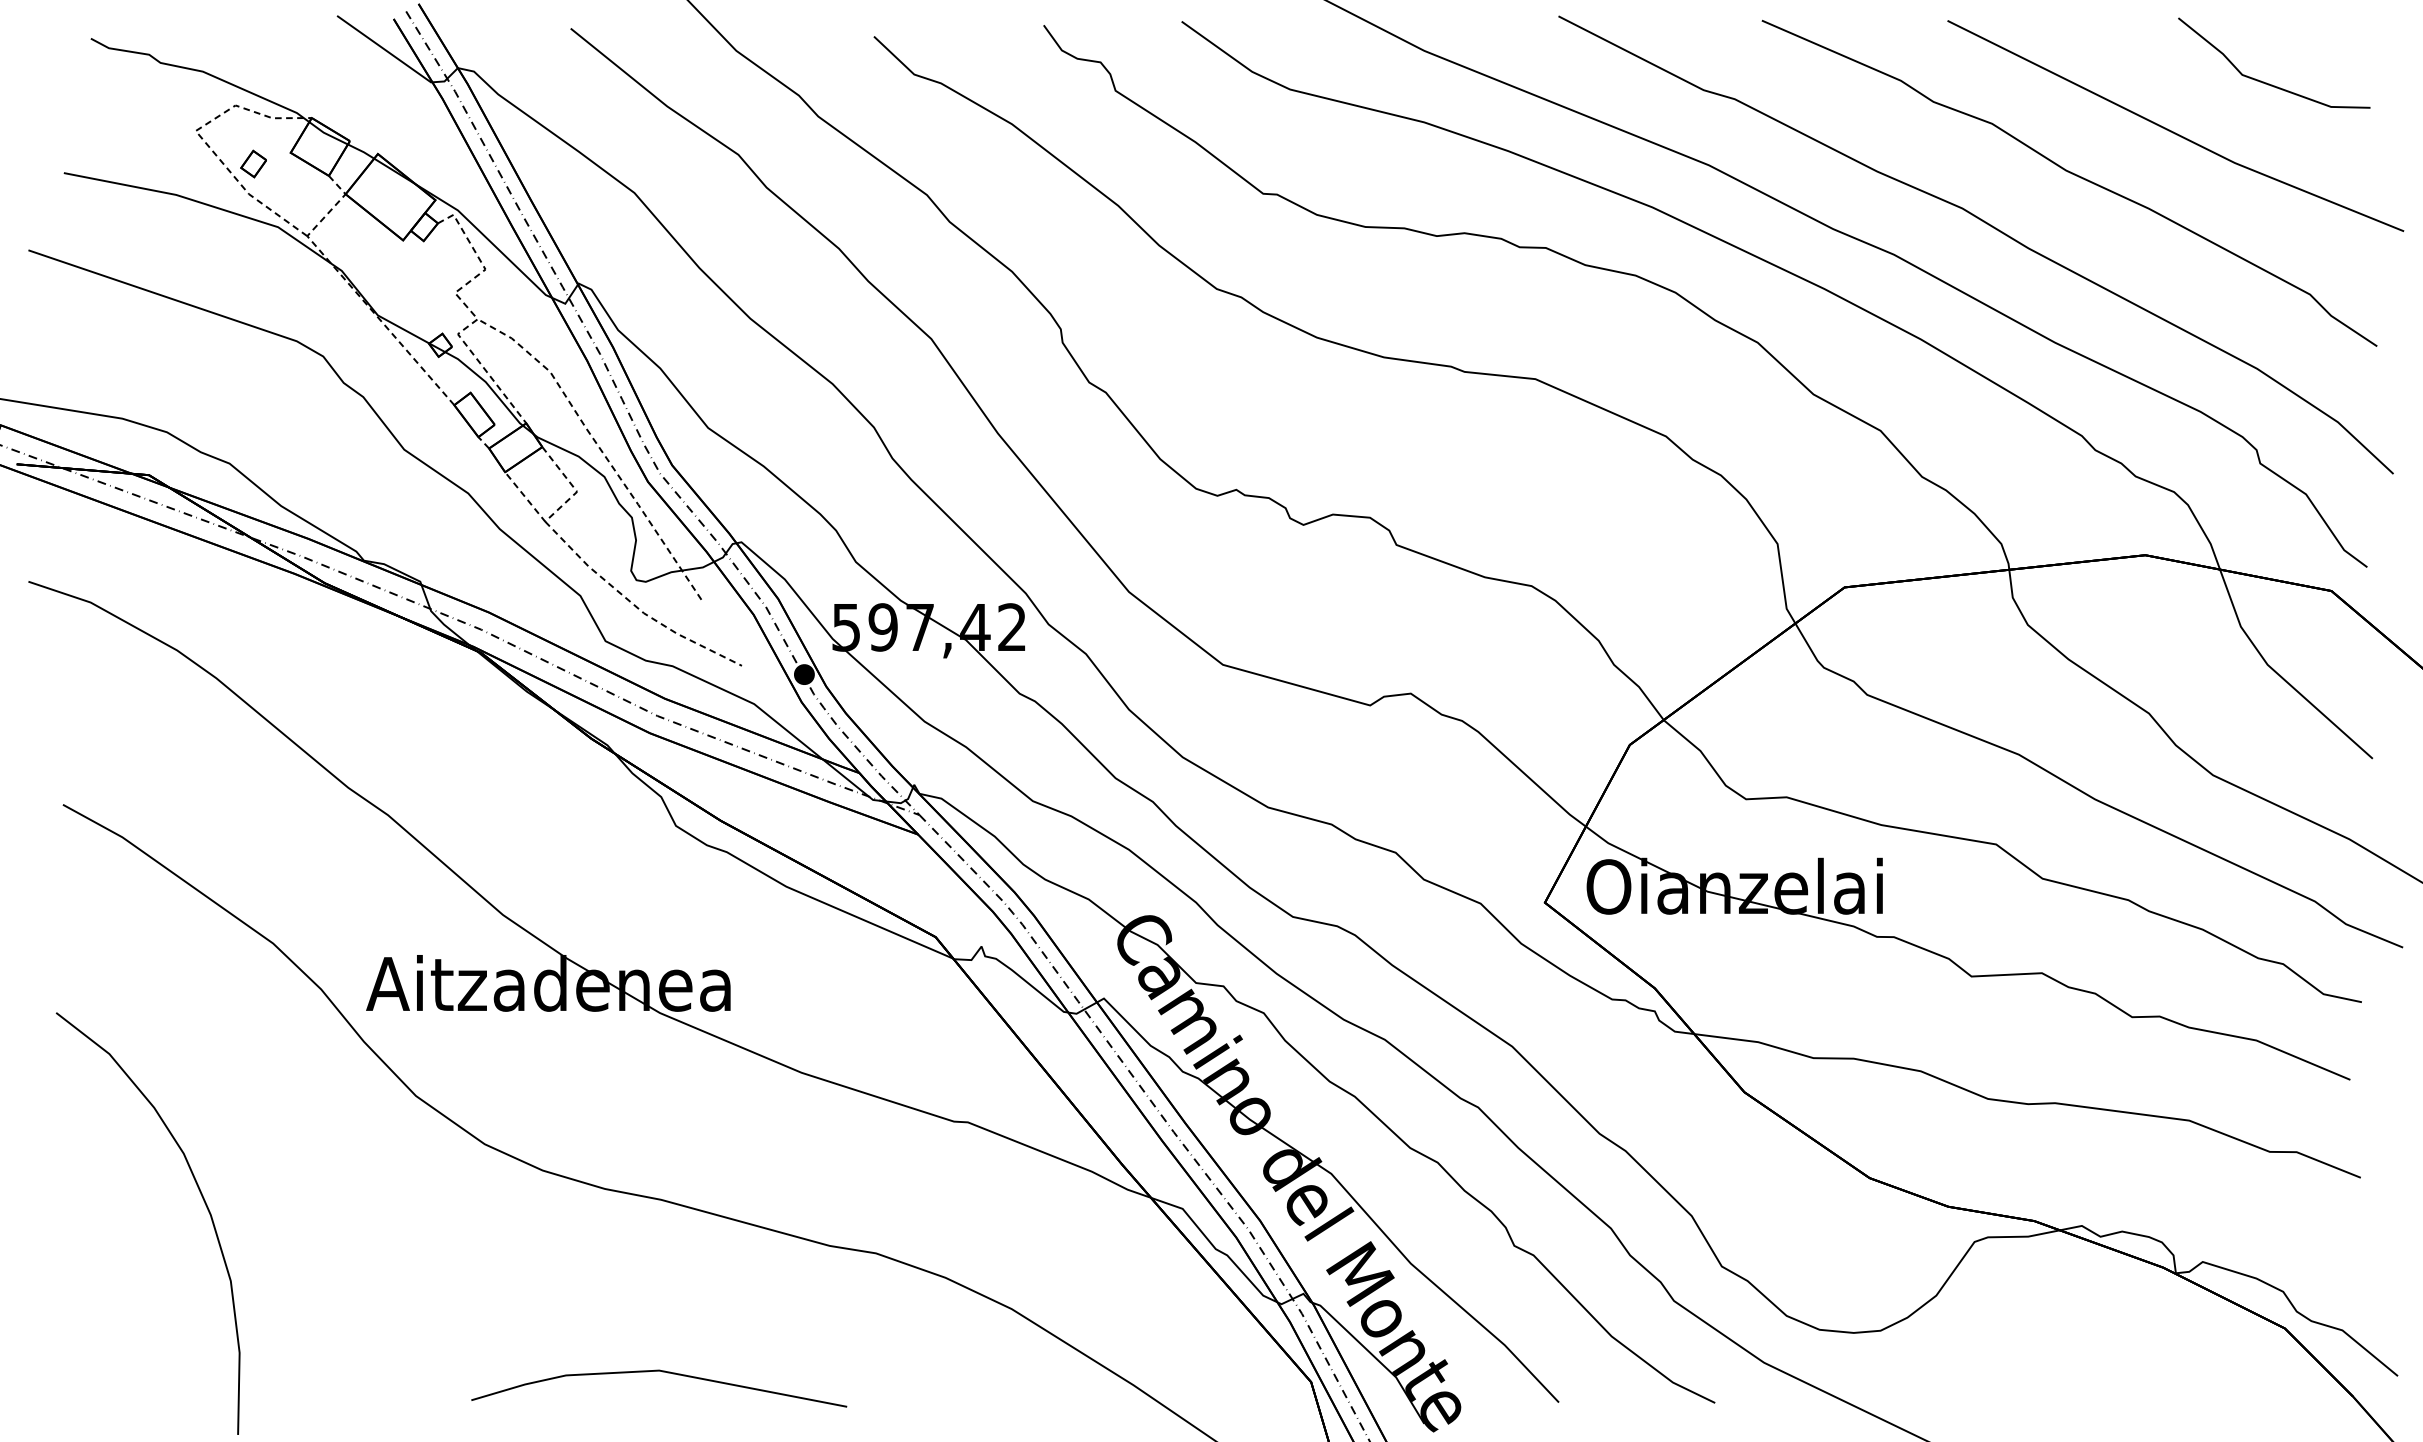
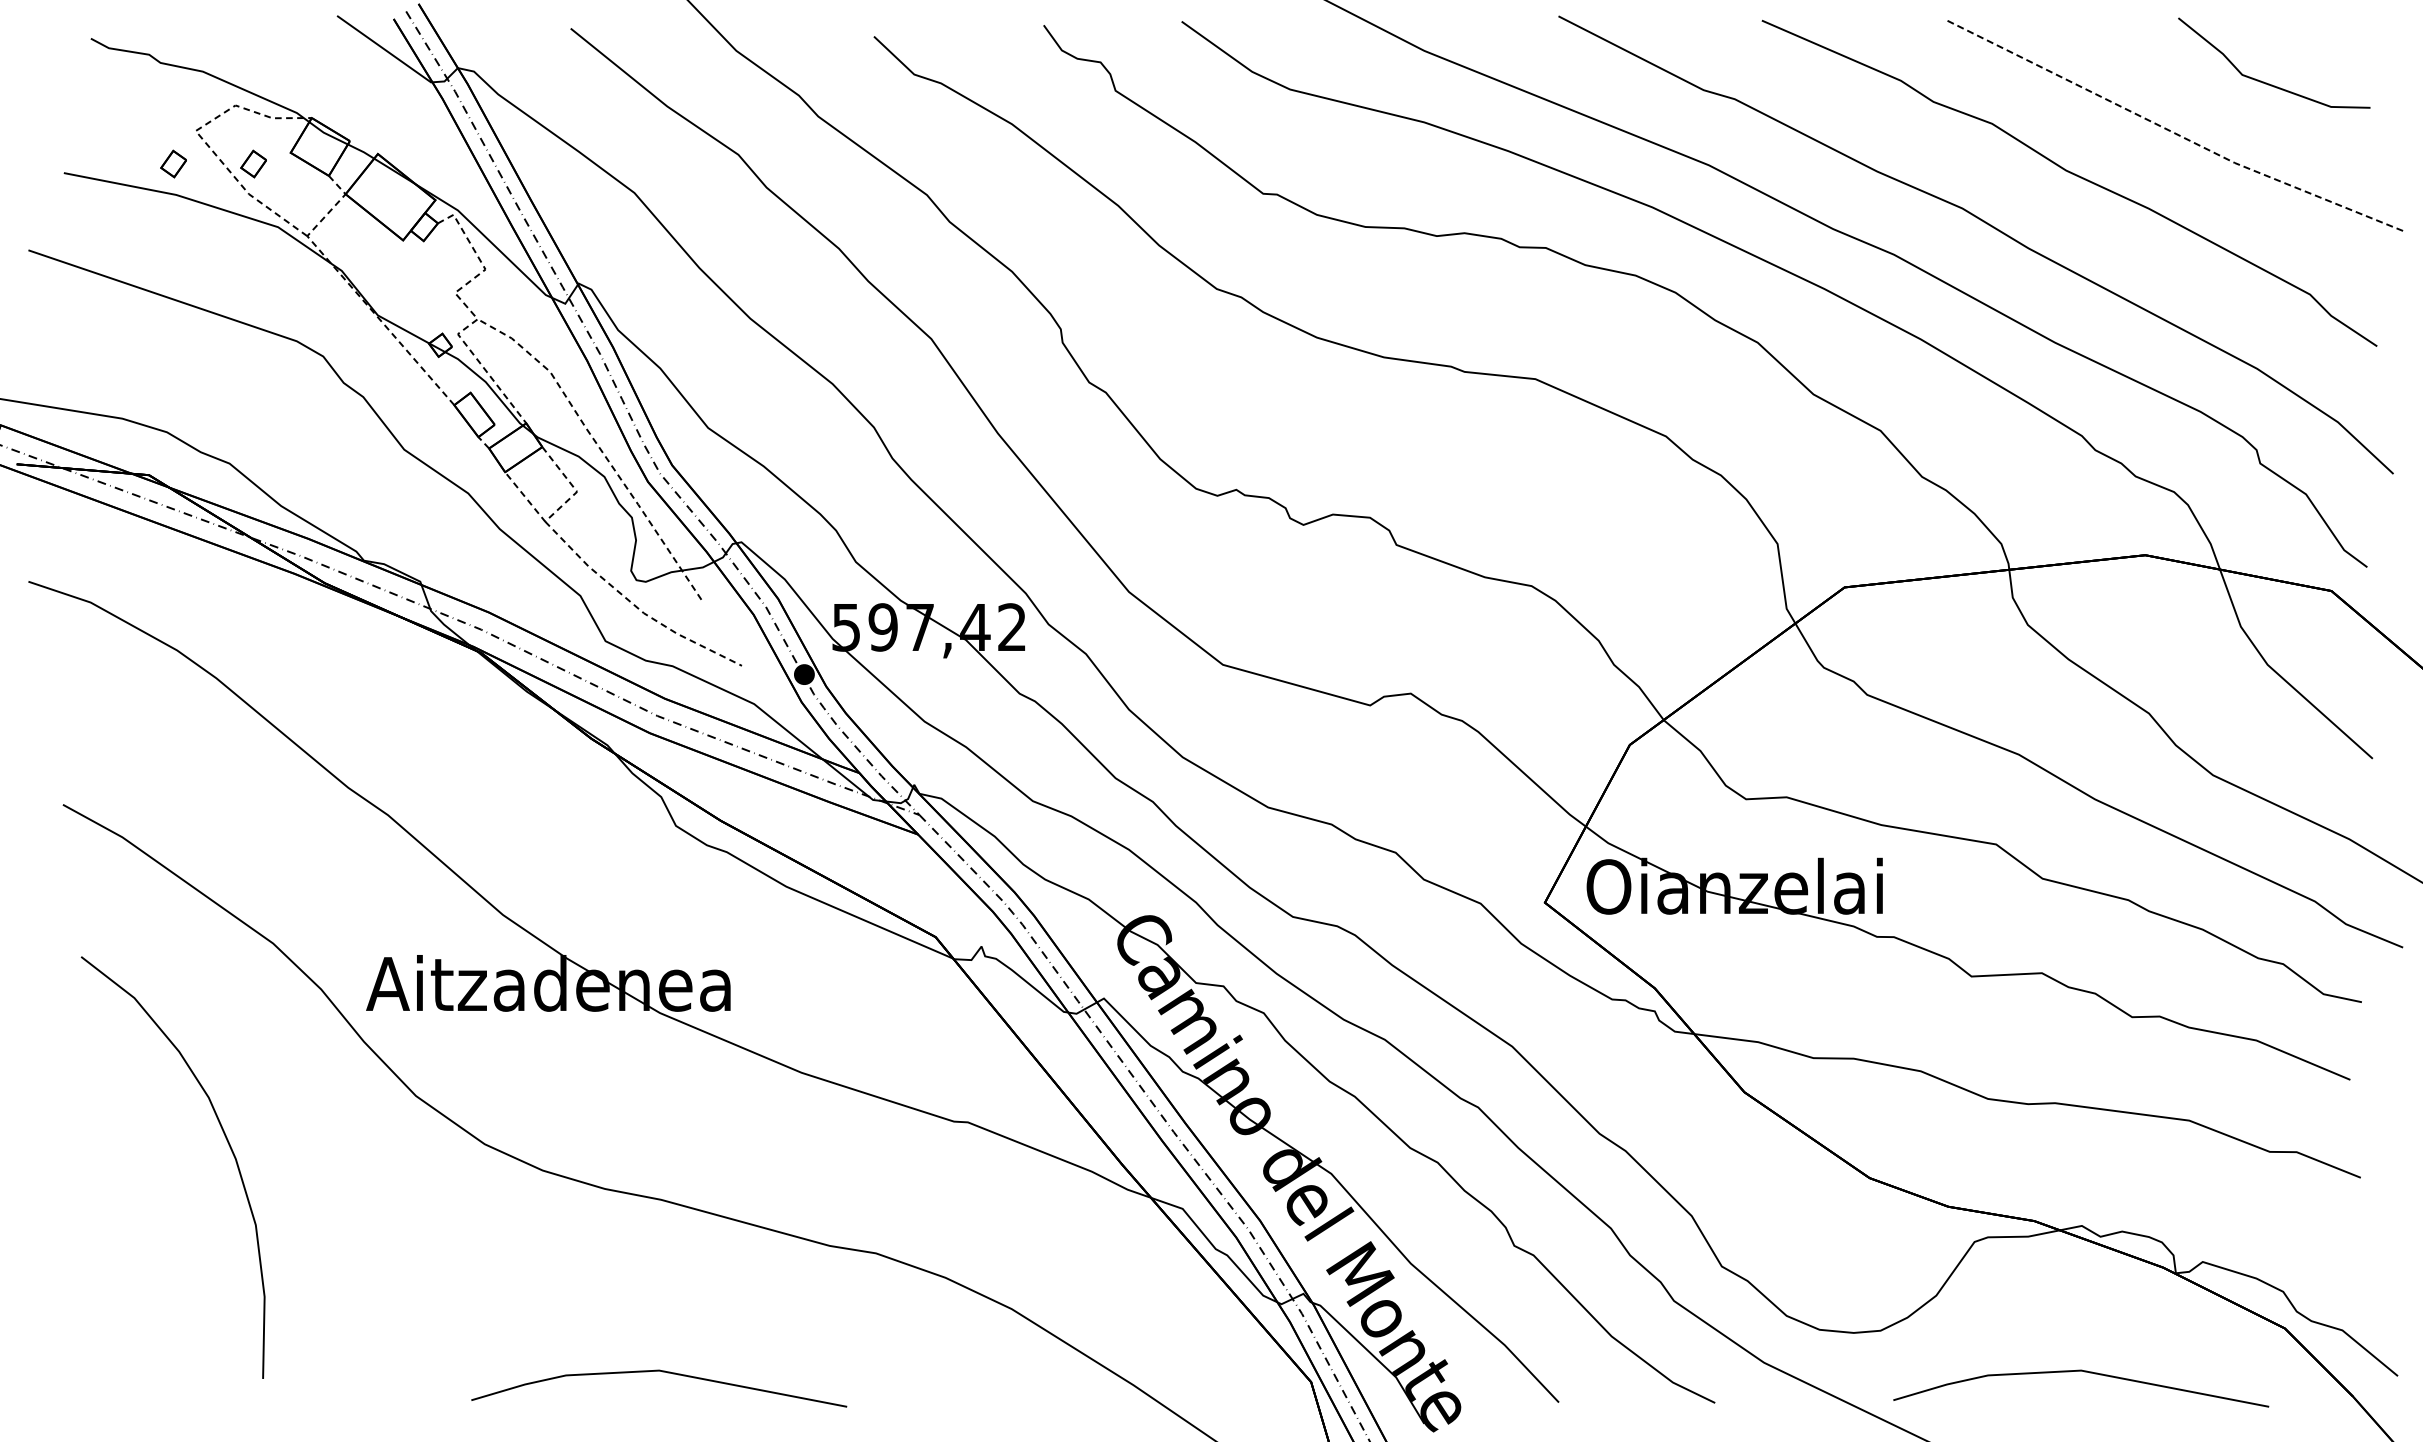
line at (2173, 132): solid -> dashed
part at (173, 163): none -> present
curve at (203, 1201) position: (203, 1201) -> (228, 1145)
line at (2084, 1372): none -> present
